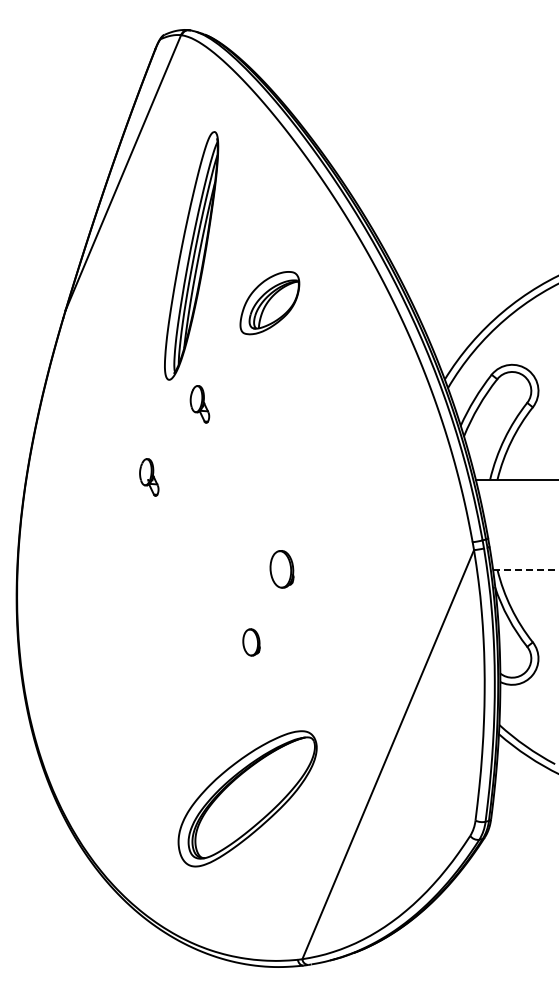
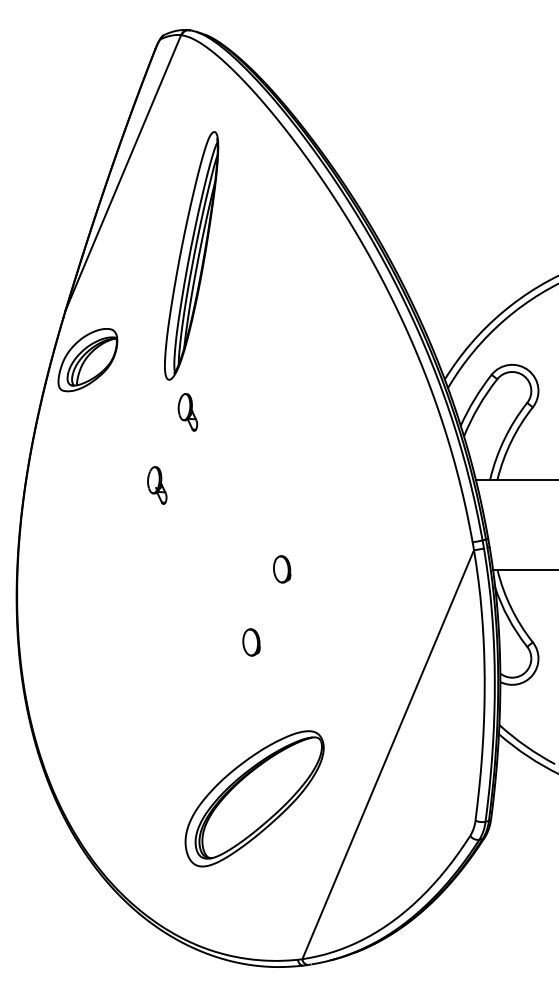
part at (269, 303) position: (269, 303) -> (87, 360)
part at (199, 404) position: (199, 404) -> (187, 412)
part at (149, 477) position: (149, 477) -> (157, 485)
part at (281, 569) size: 26x39 px -> 19x29 px
line at (526, 570): dashed -> solid
part at (247, 798) position: (247, 798) -> (254, 798)
